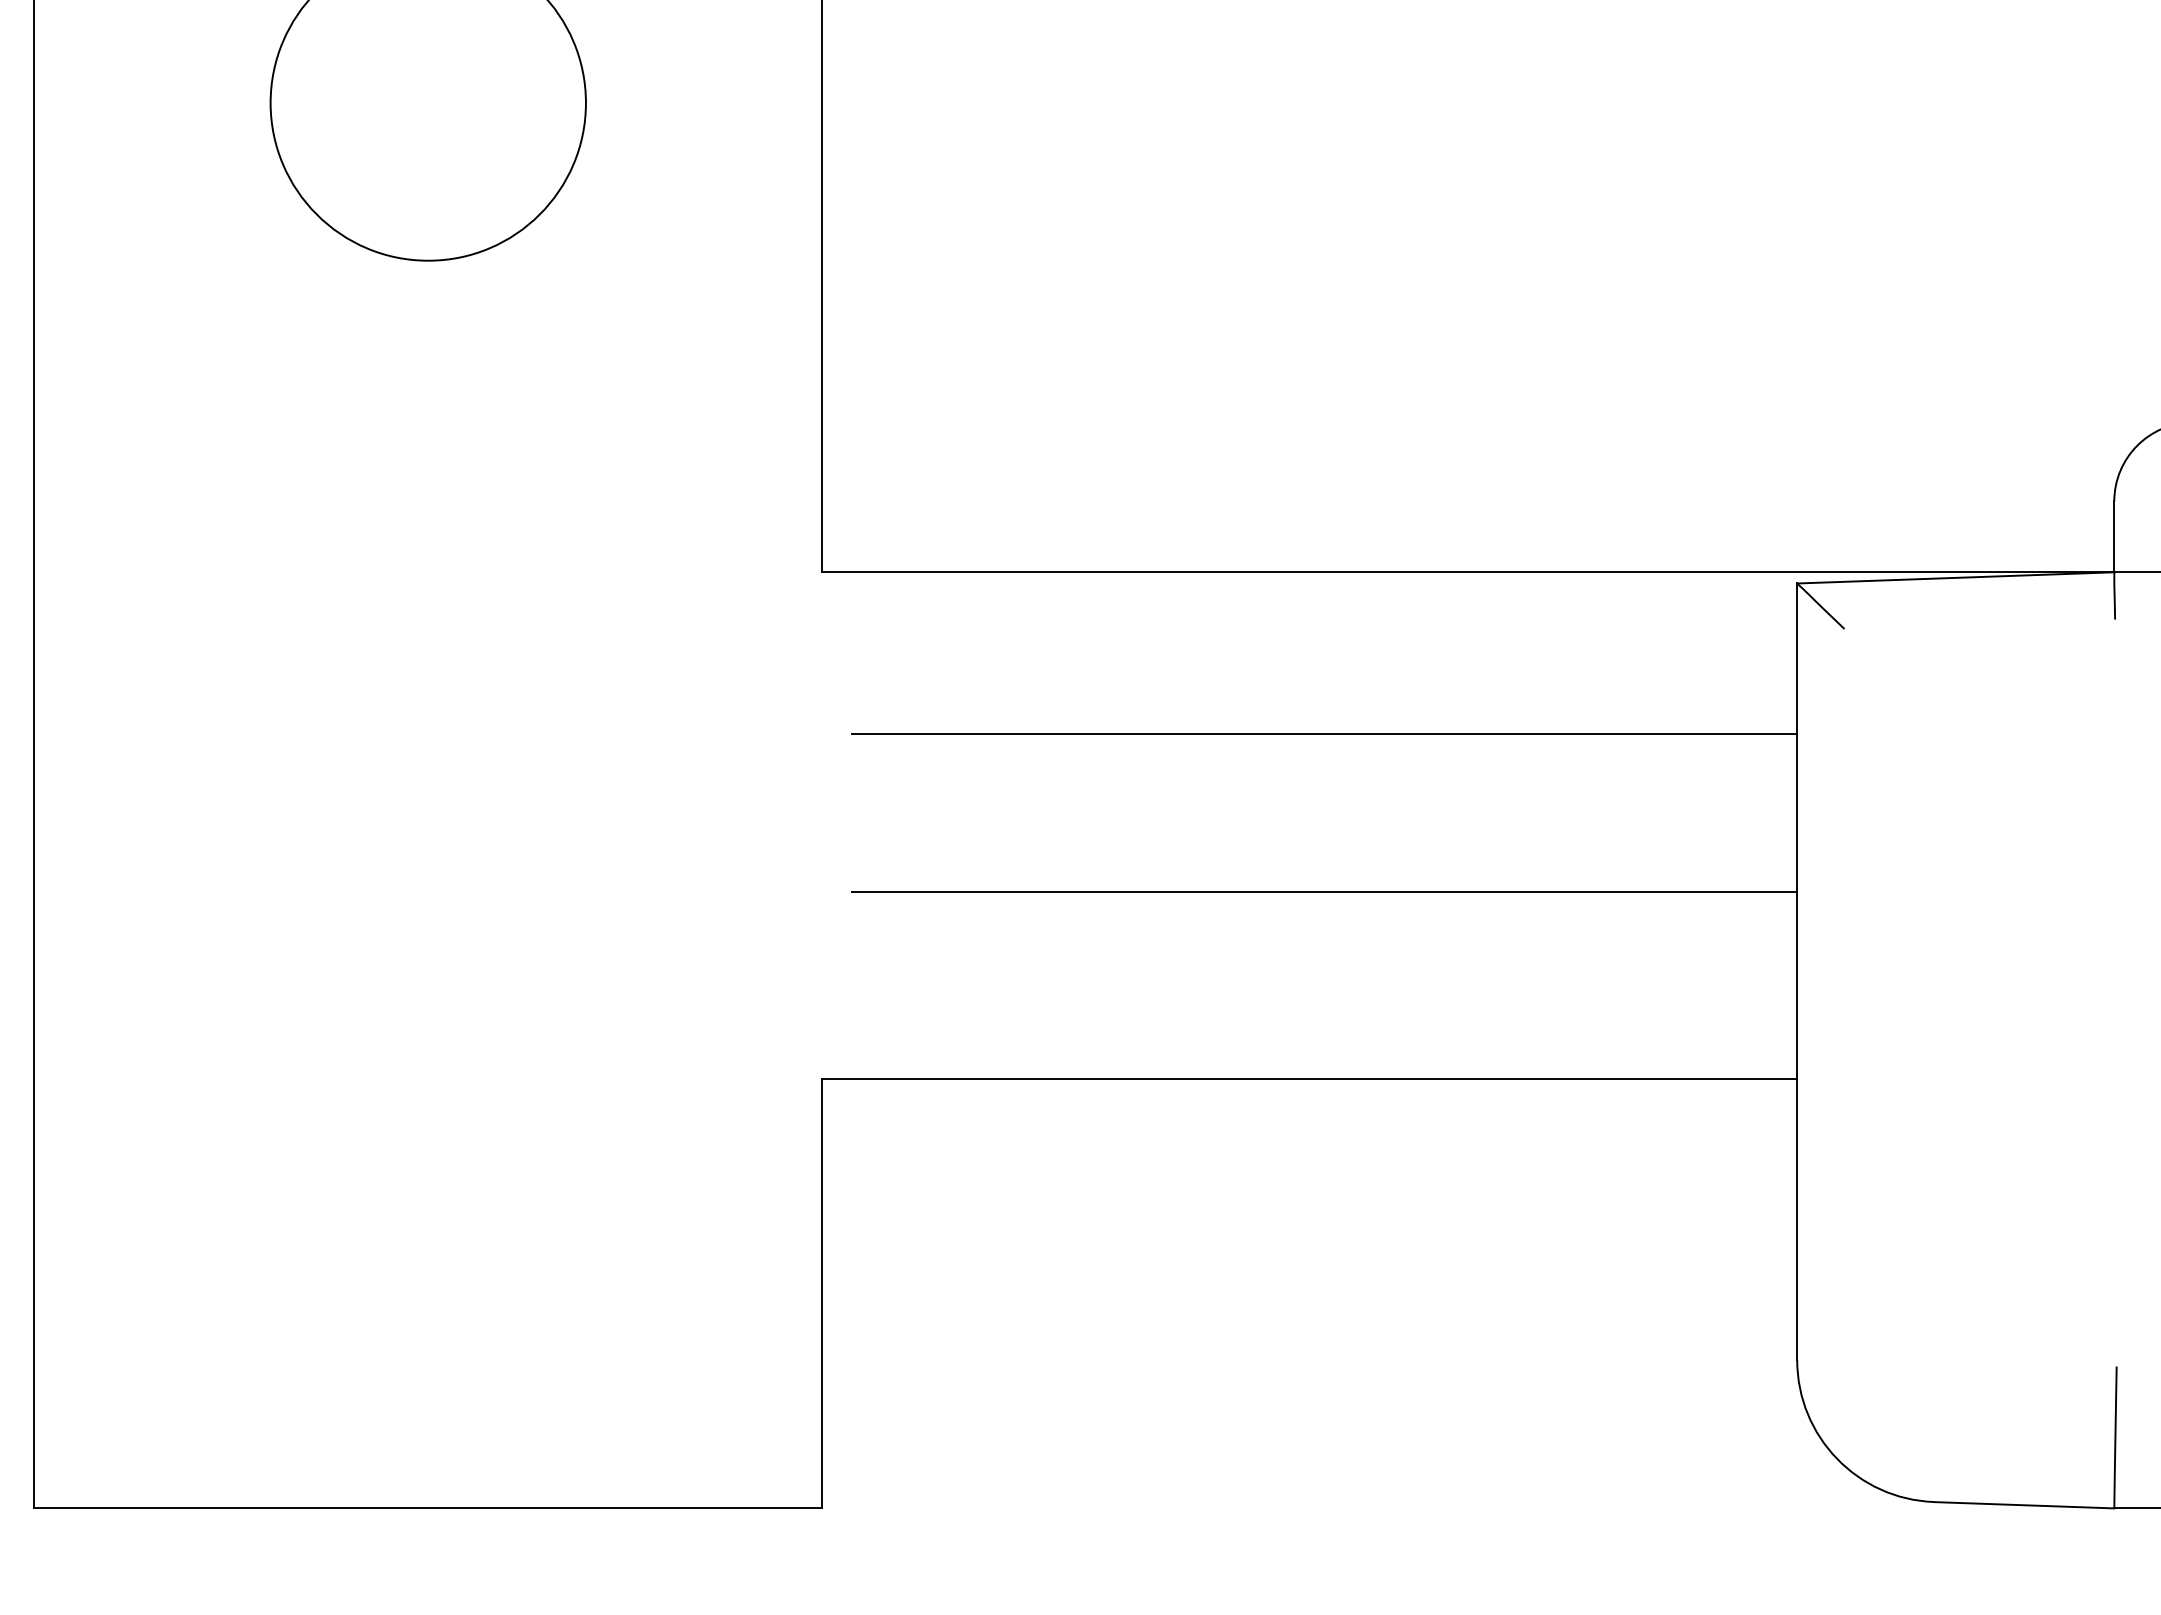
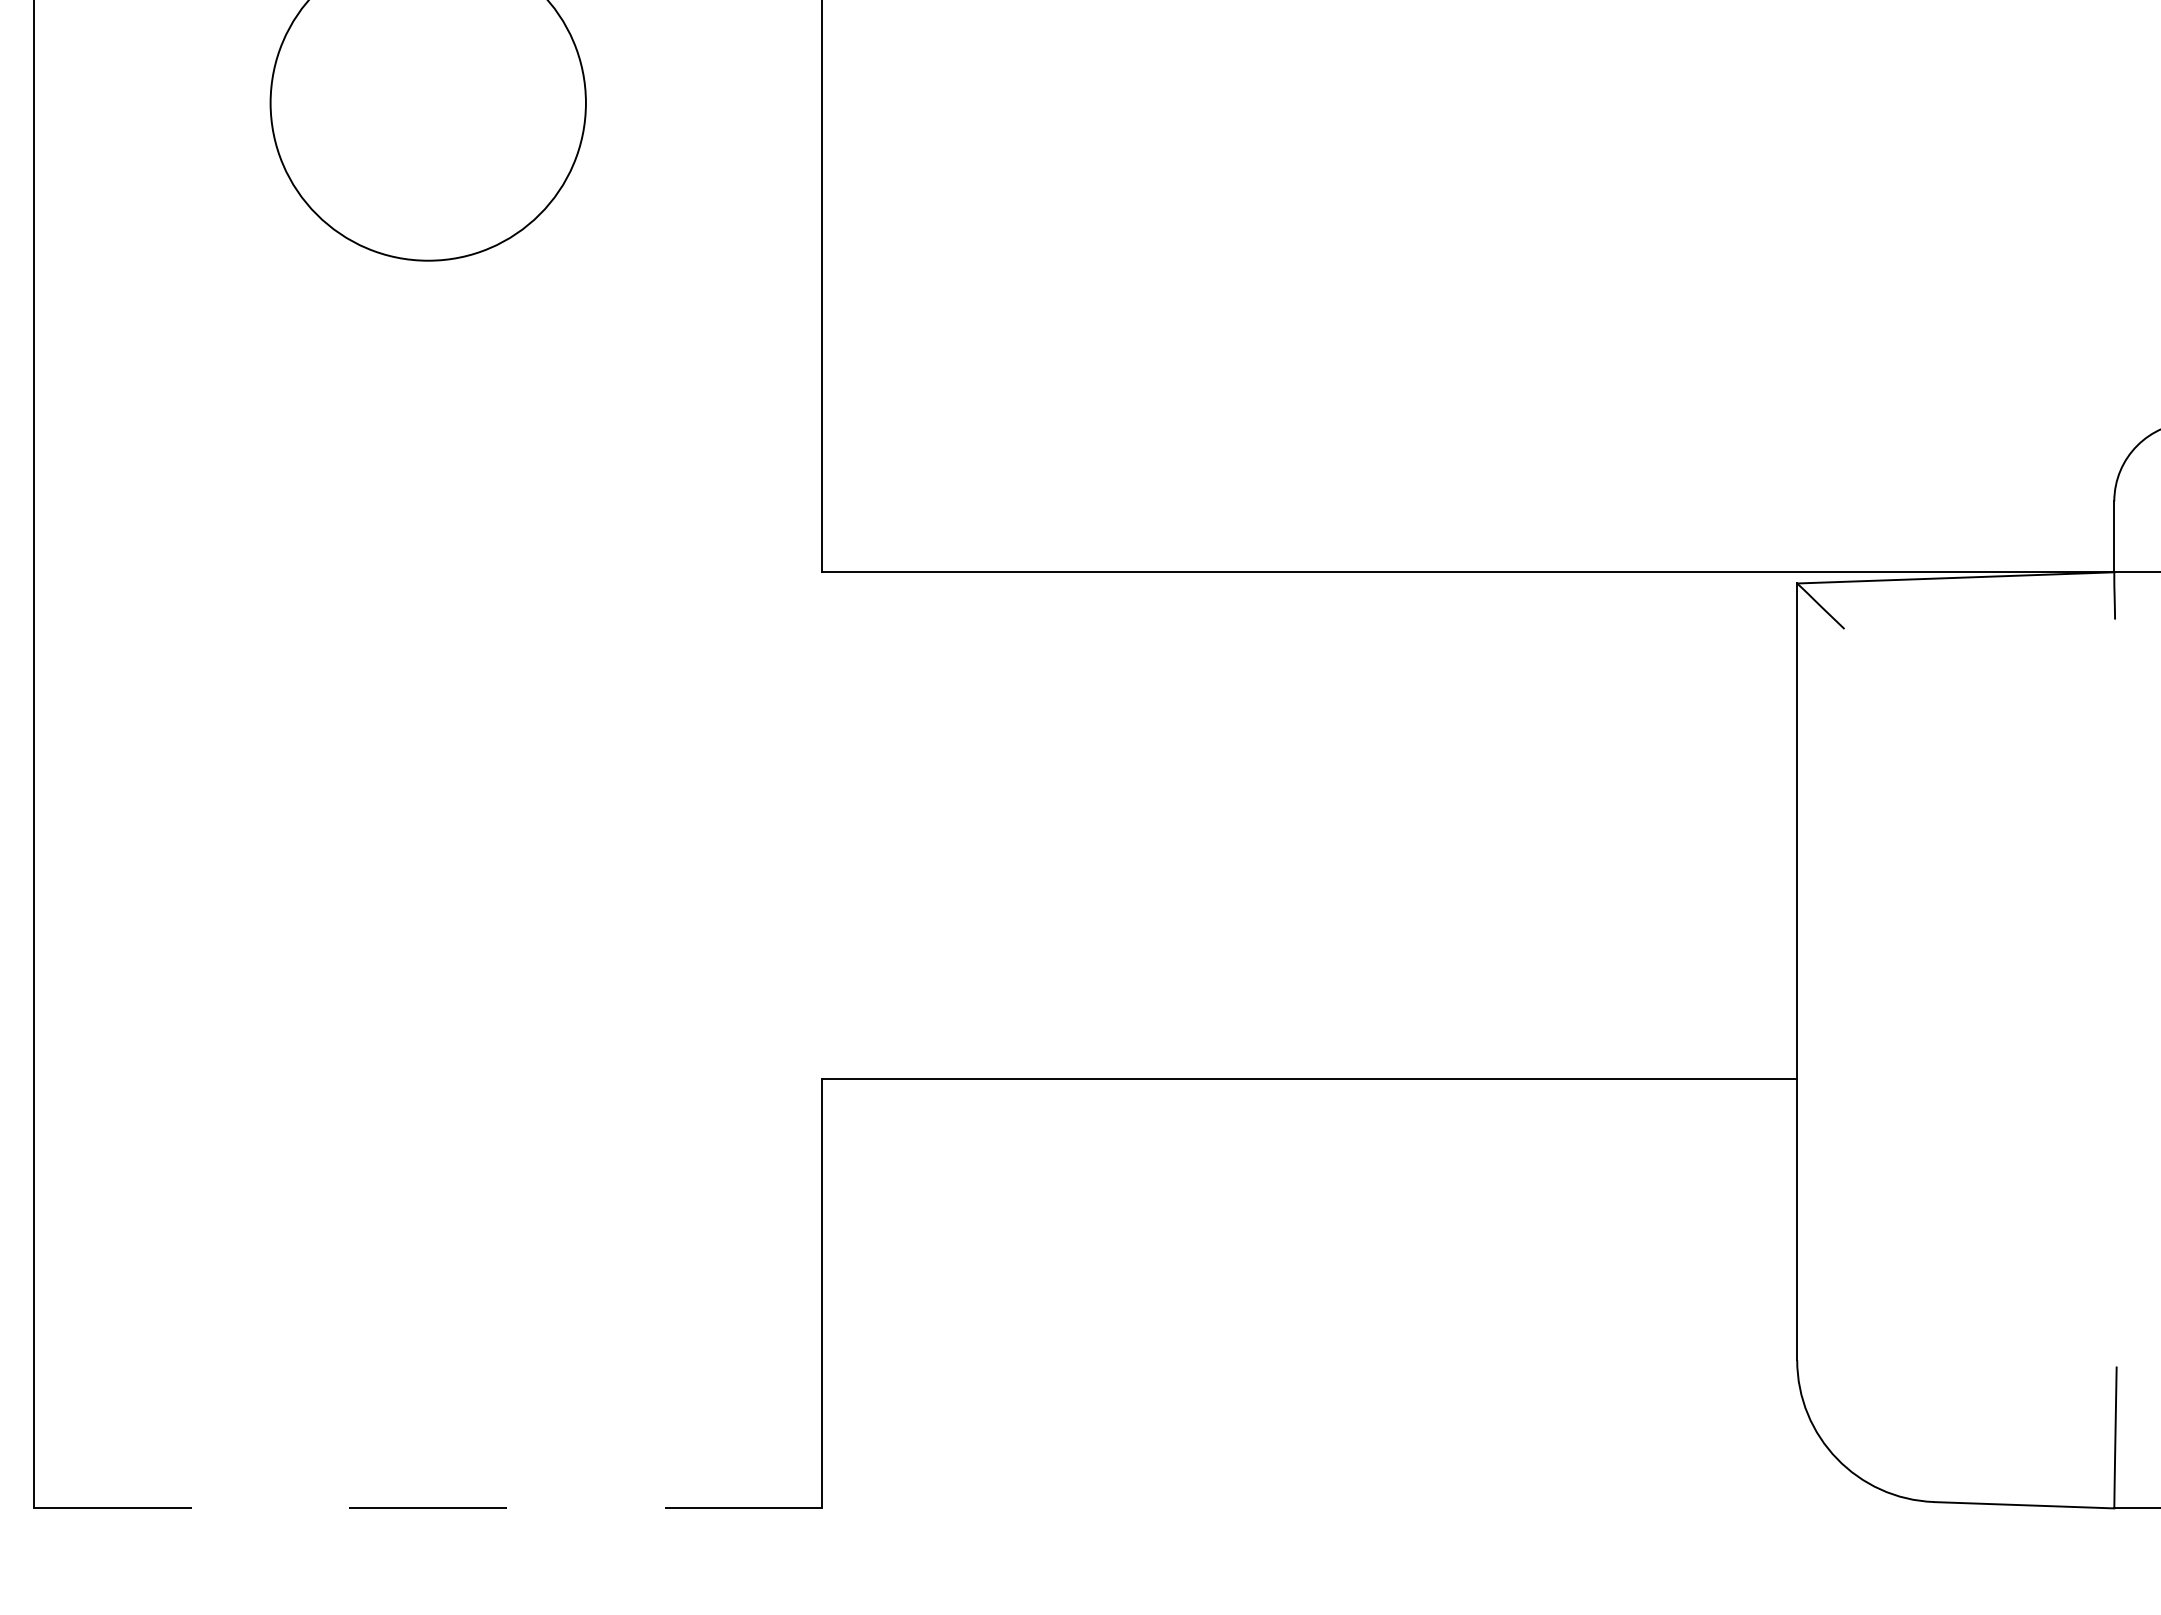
line at (1324, 734): present -> none
line at (1324, 891): present -> none
line at (427, 1508): solid -> dashed
